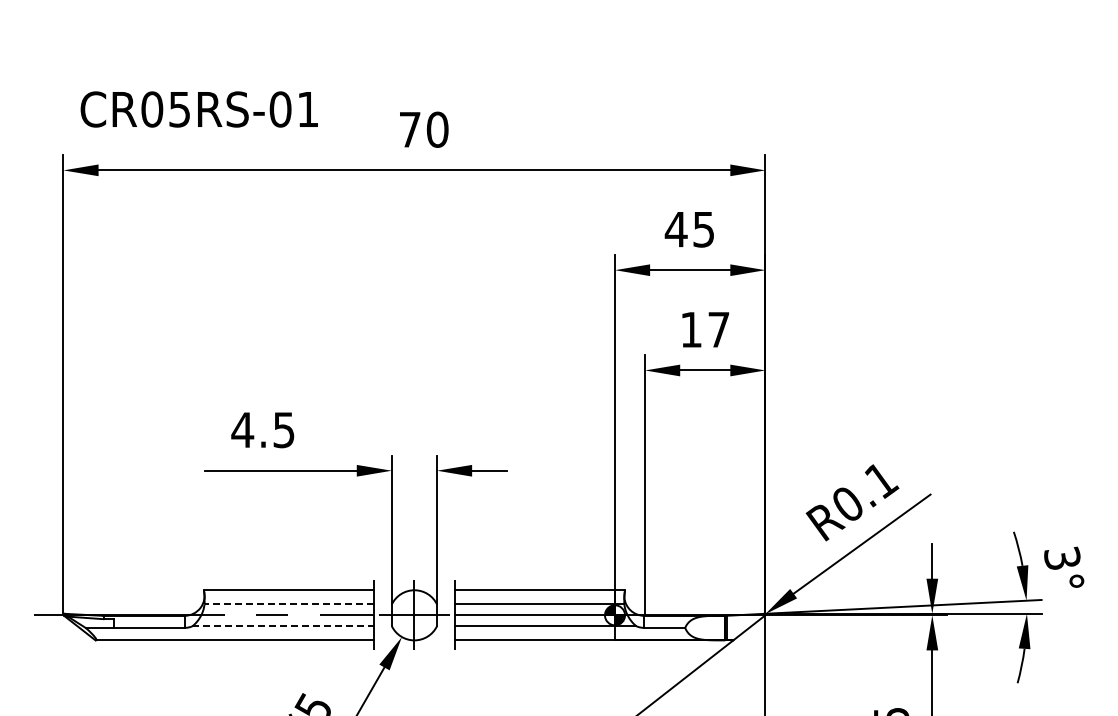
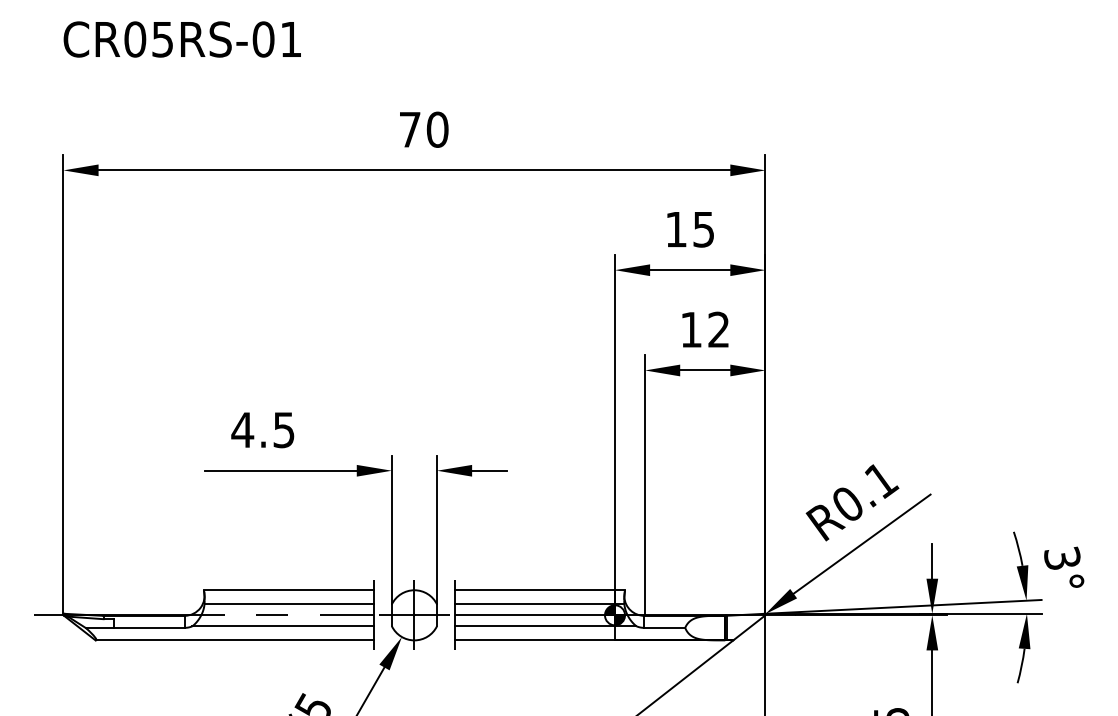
text at (198, 109) position: (198, 109) -> (181, 39)
text at (675, 229): 45 -> 15
text at (718, 329): 17 -> 12
line at (289, 604): dashed -> solid
line at (283, 626): dashed -> solid
